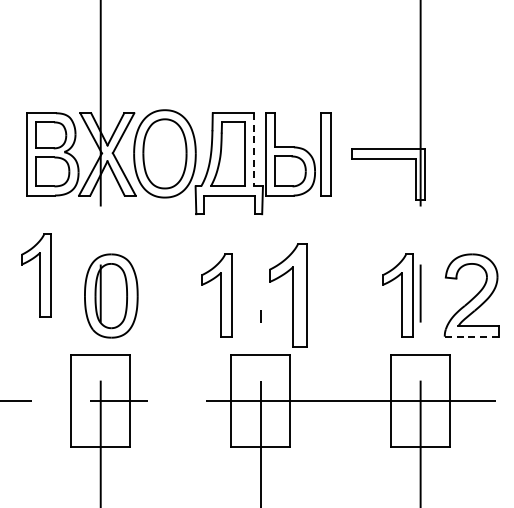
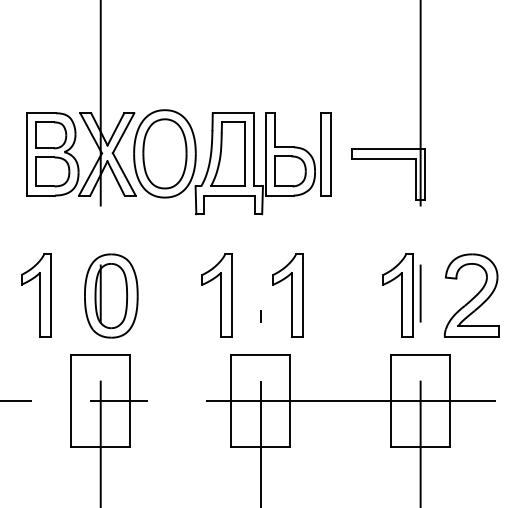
line at (253, 149): dashed -> solid
part at (36, 275) position: (36, 275) -> (36, 295)
part at (288, 295) size: 39x105 px -> 32x85 px
line at (471, 336): dashed -> solid
